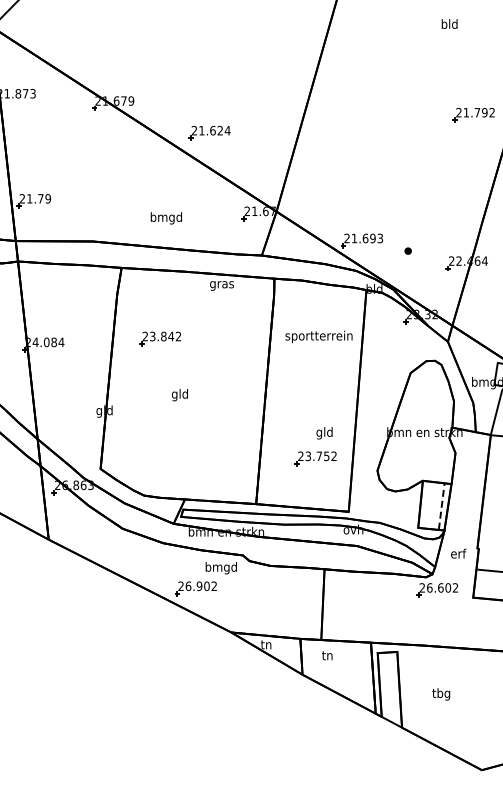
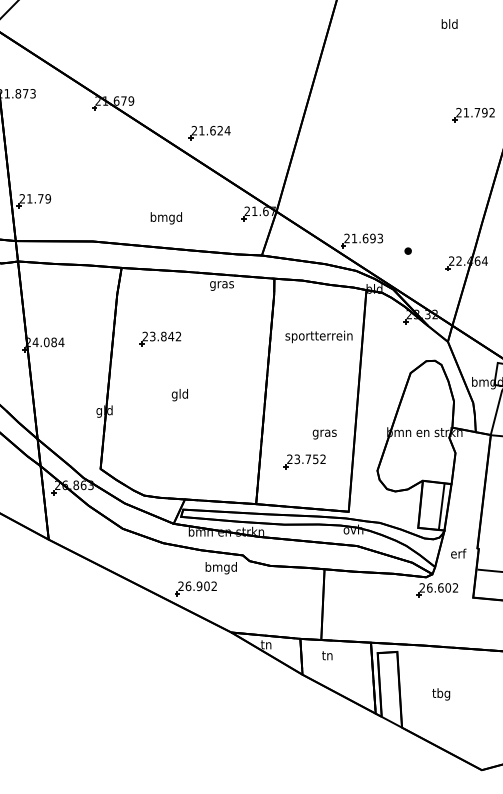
text at (324, 433): gld -> gras
part at (315, 458) position: (315, 458) -> (304, 461)
line at (441, 506): dashed -> solid
